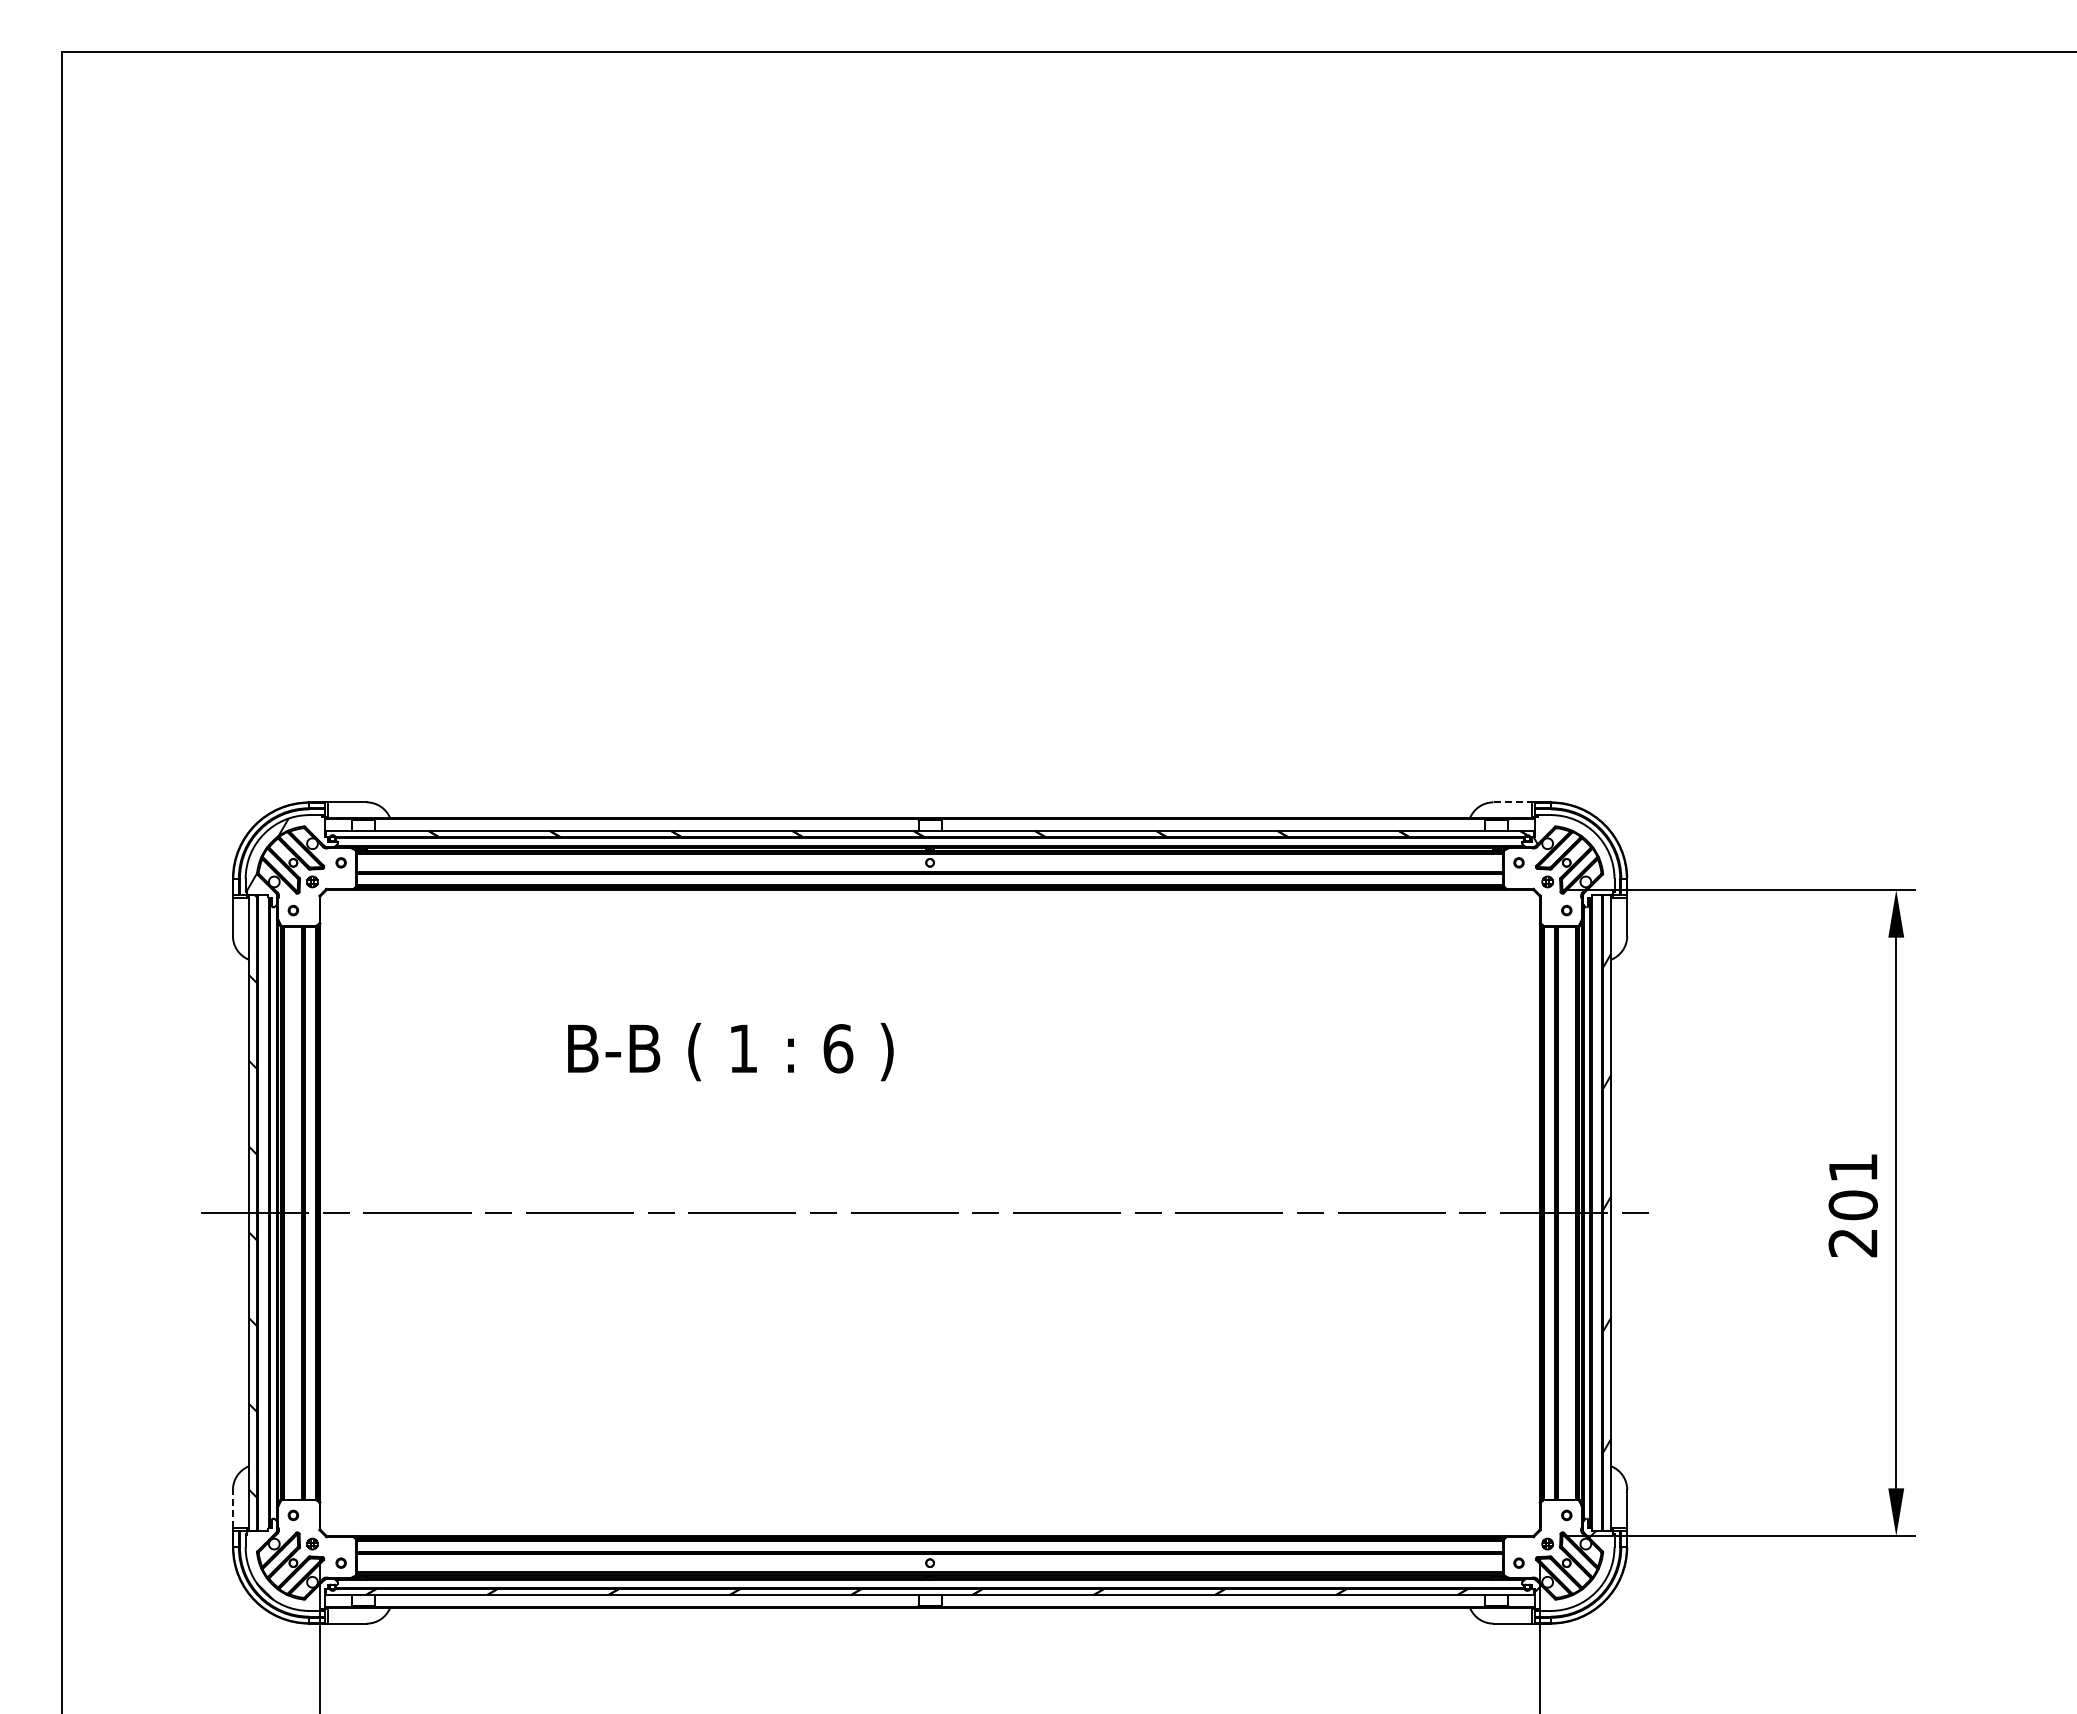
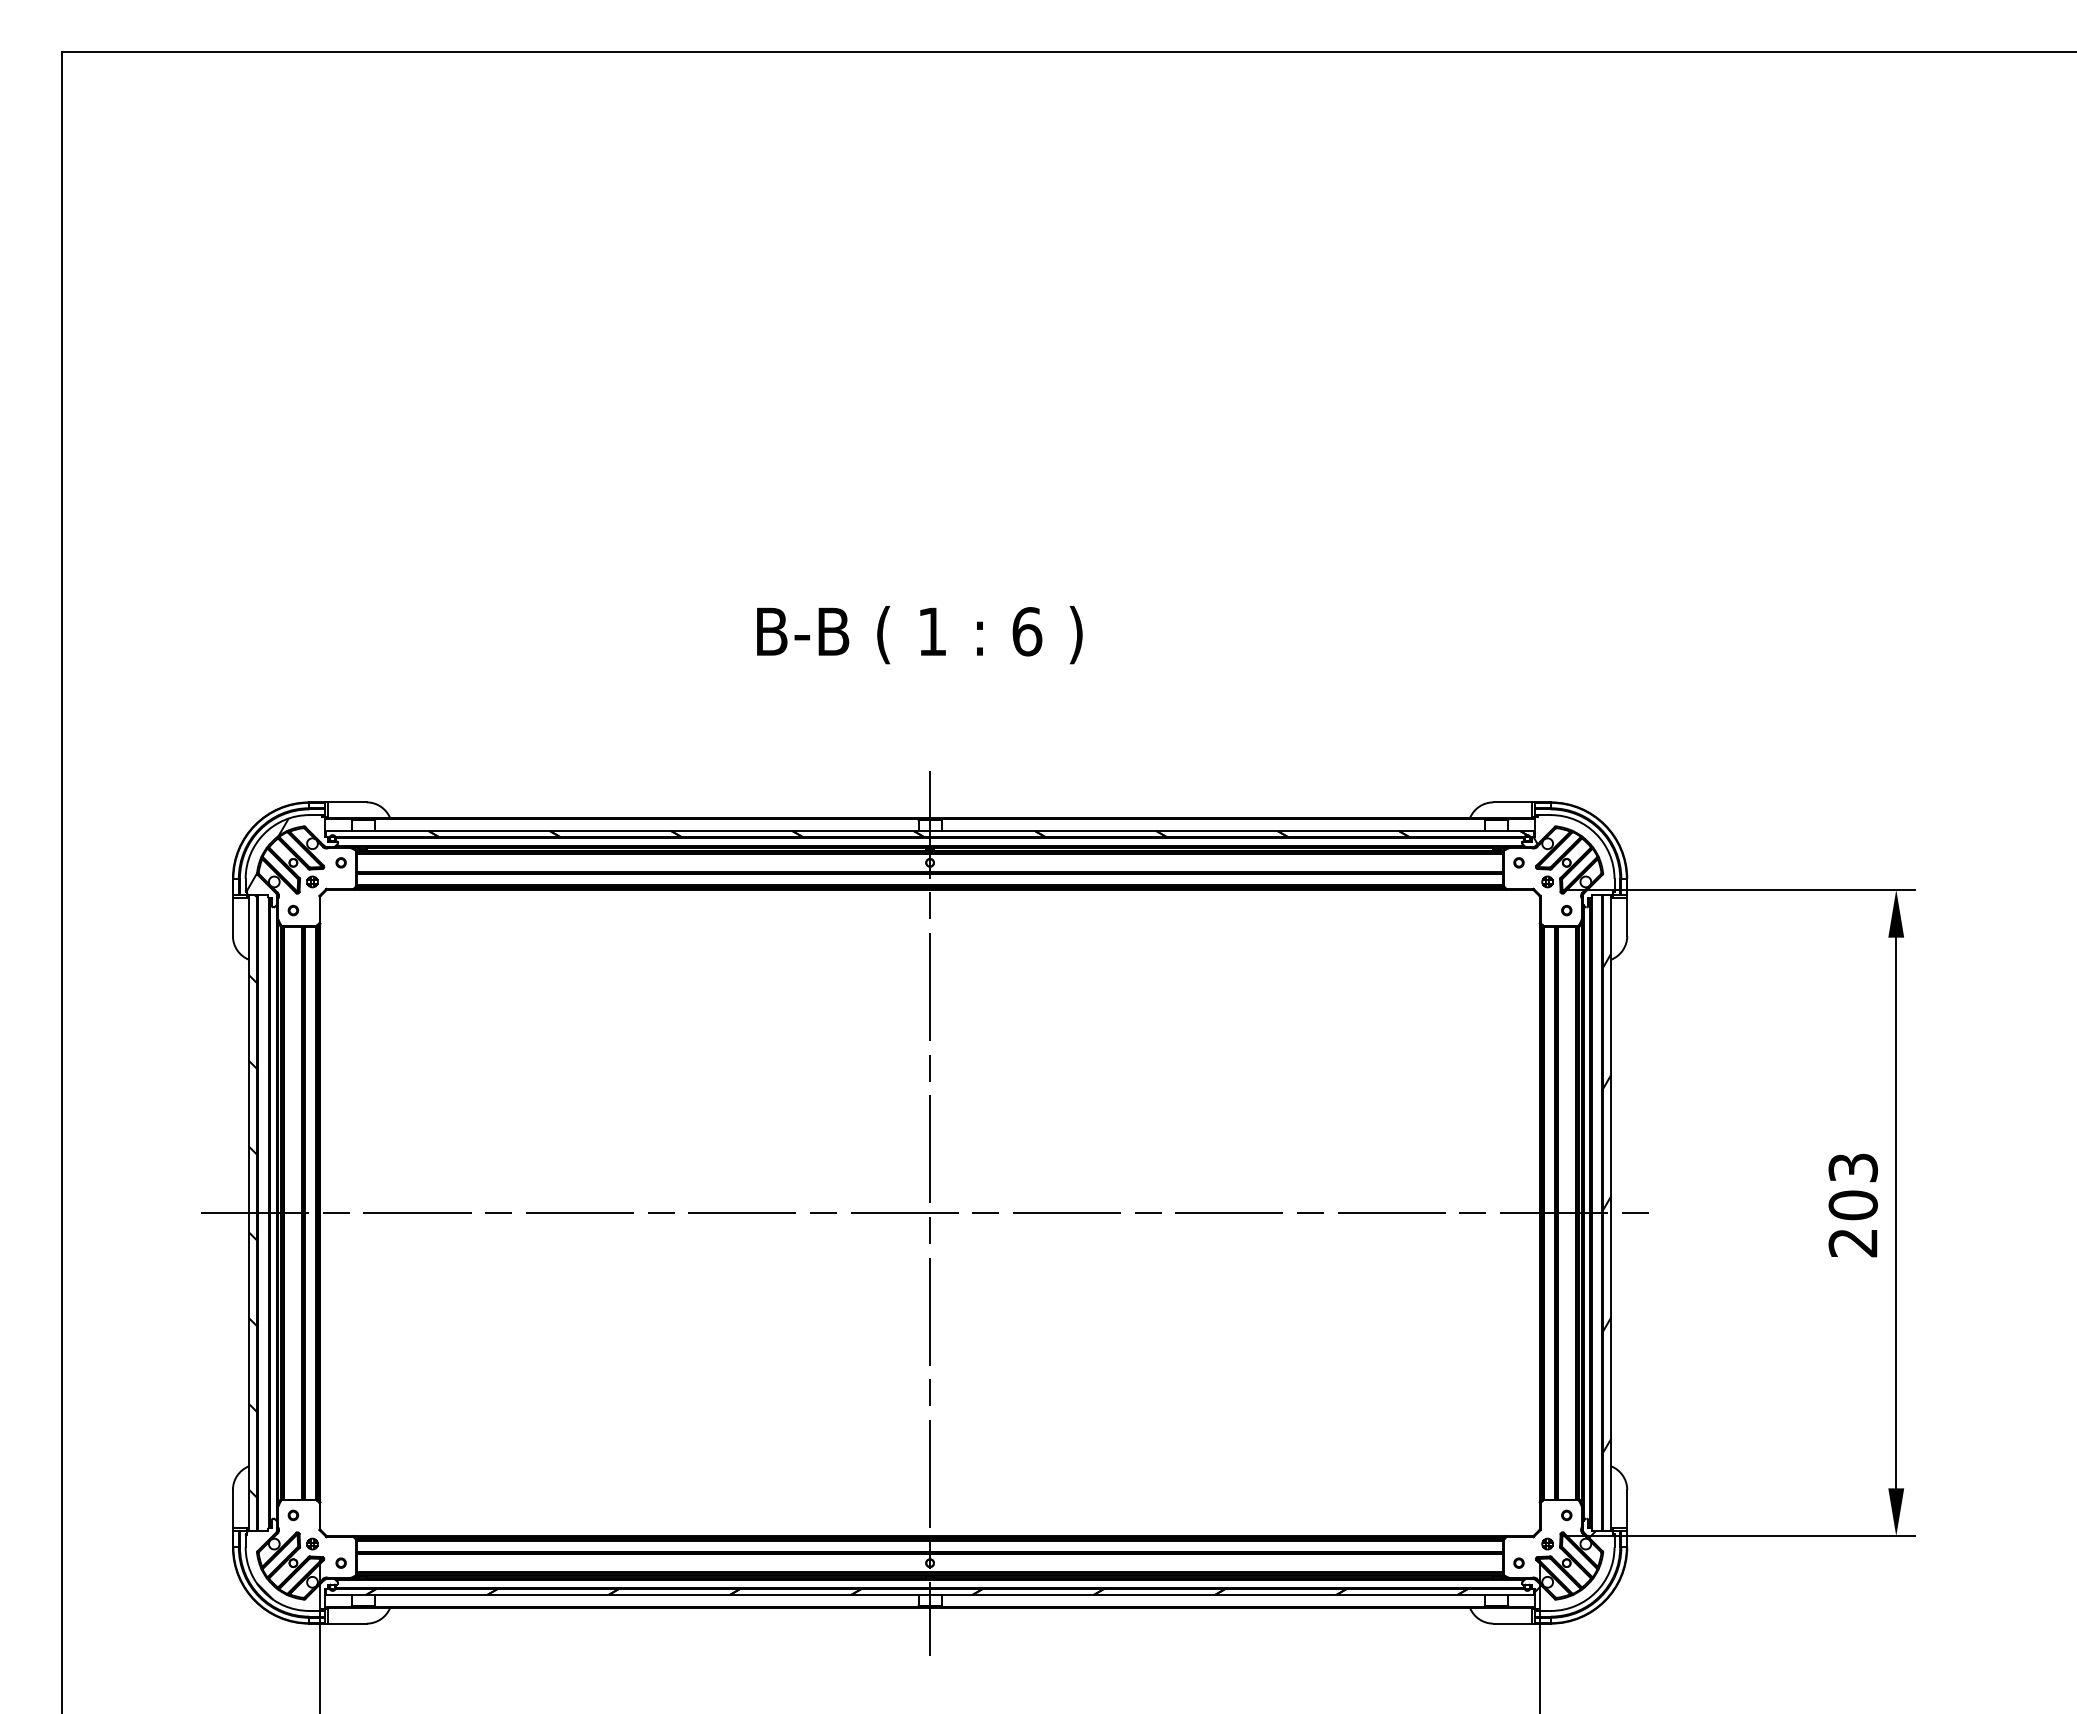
line at (1513, 802): dashed -> solid
text at (730, 1052) position: (730, 1052) -> (919, 635)
text at (1852, 1167): 201 -> 203
line at (930, 1212): none -> present
line at (232, 1508): dashed -> solid
